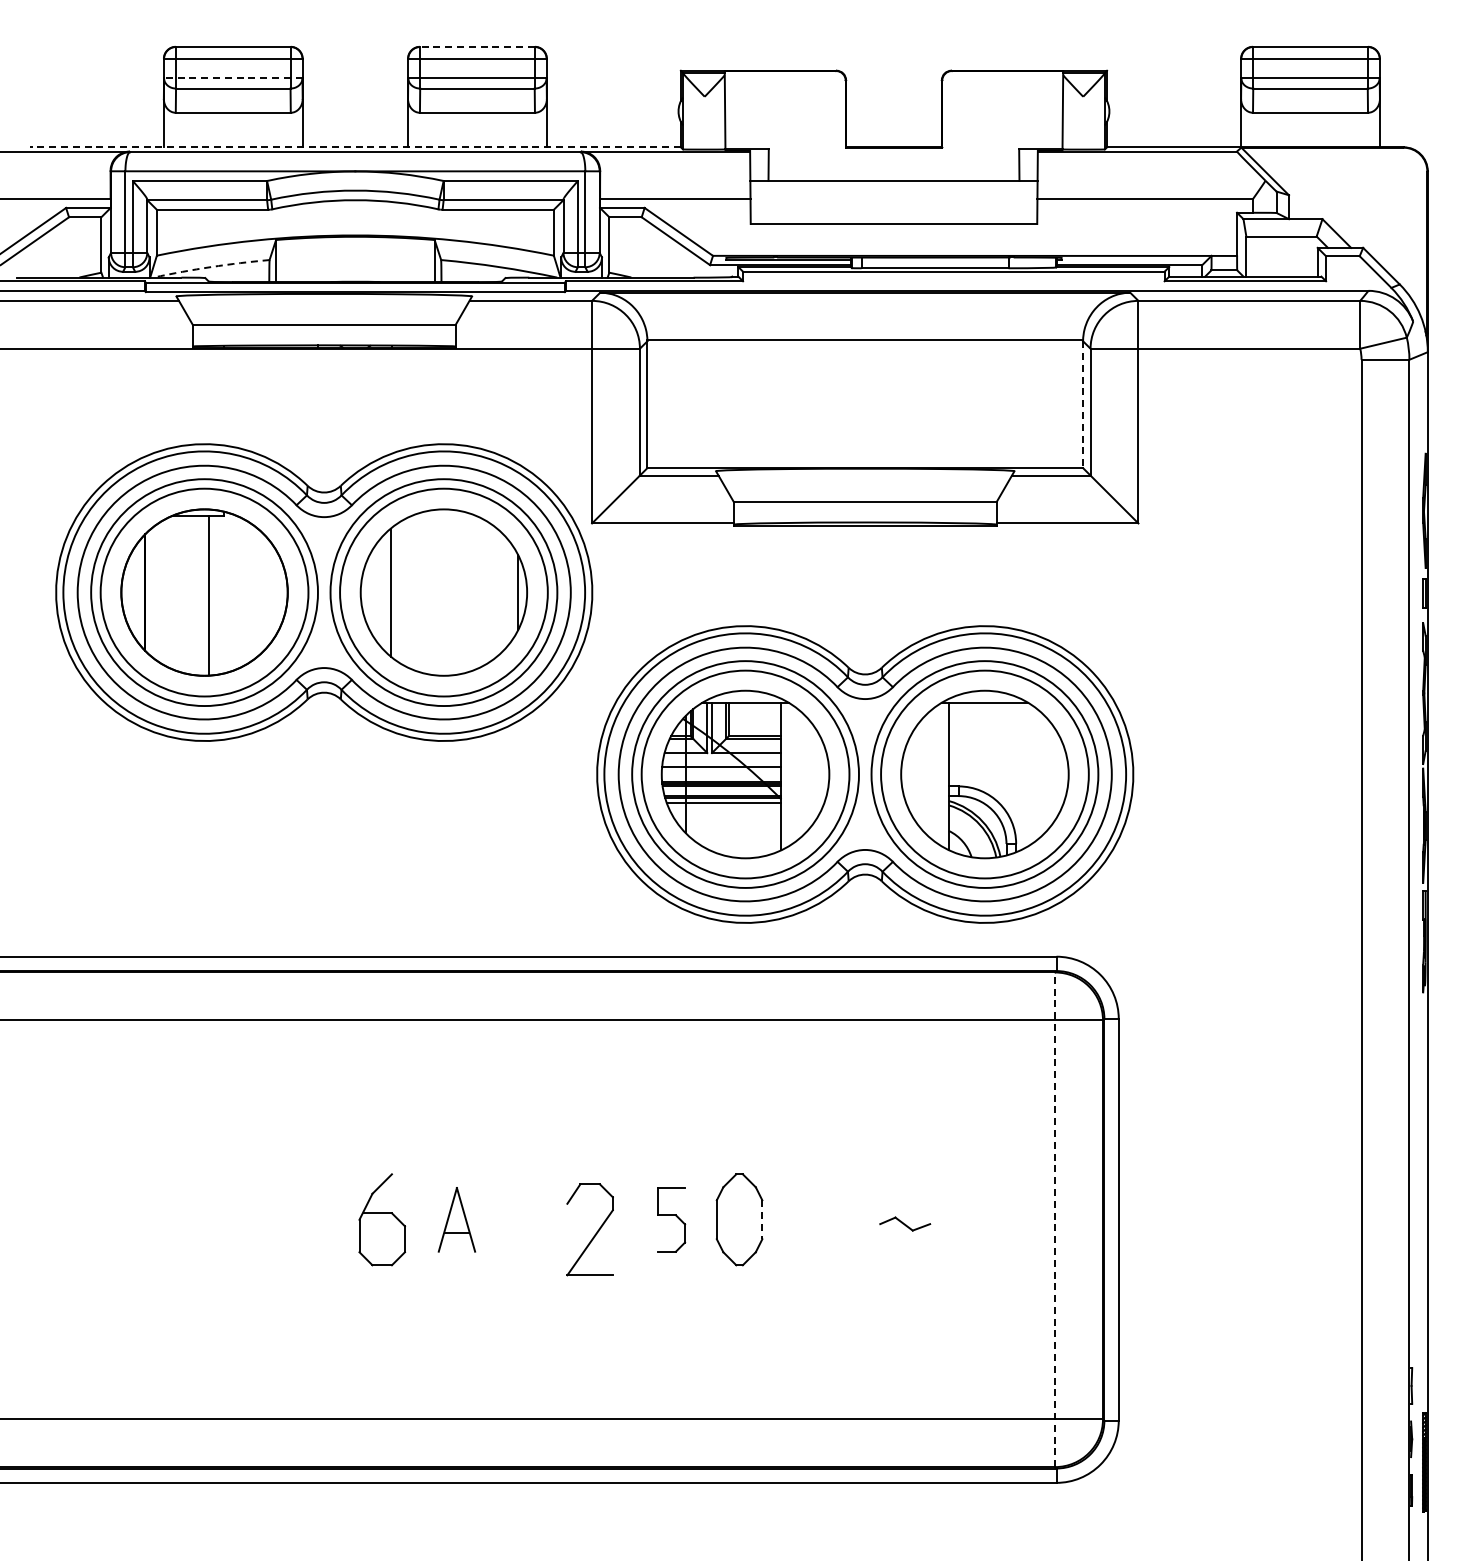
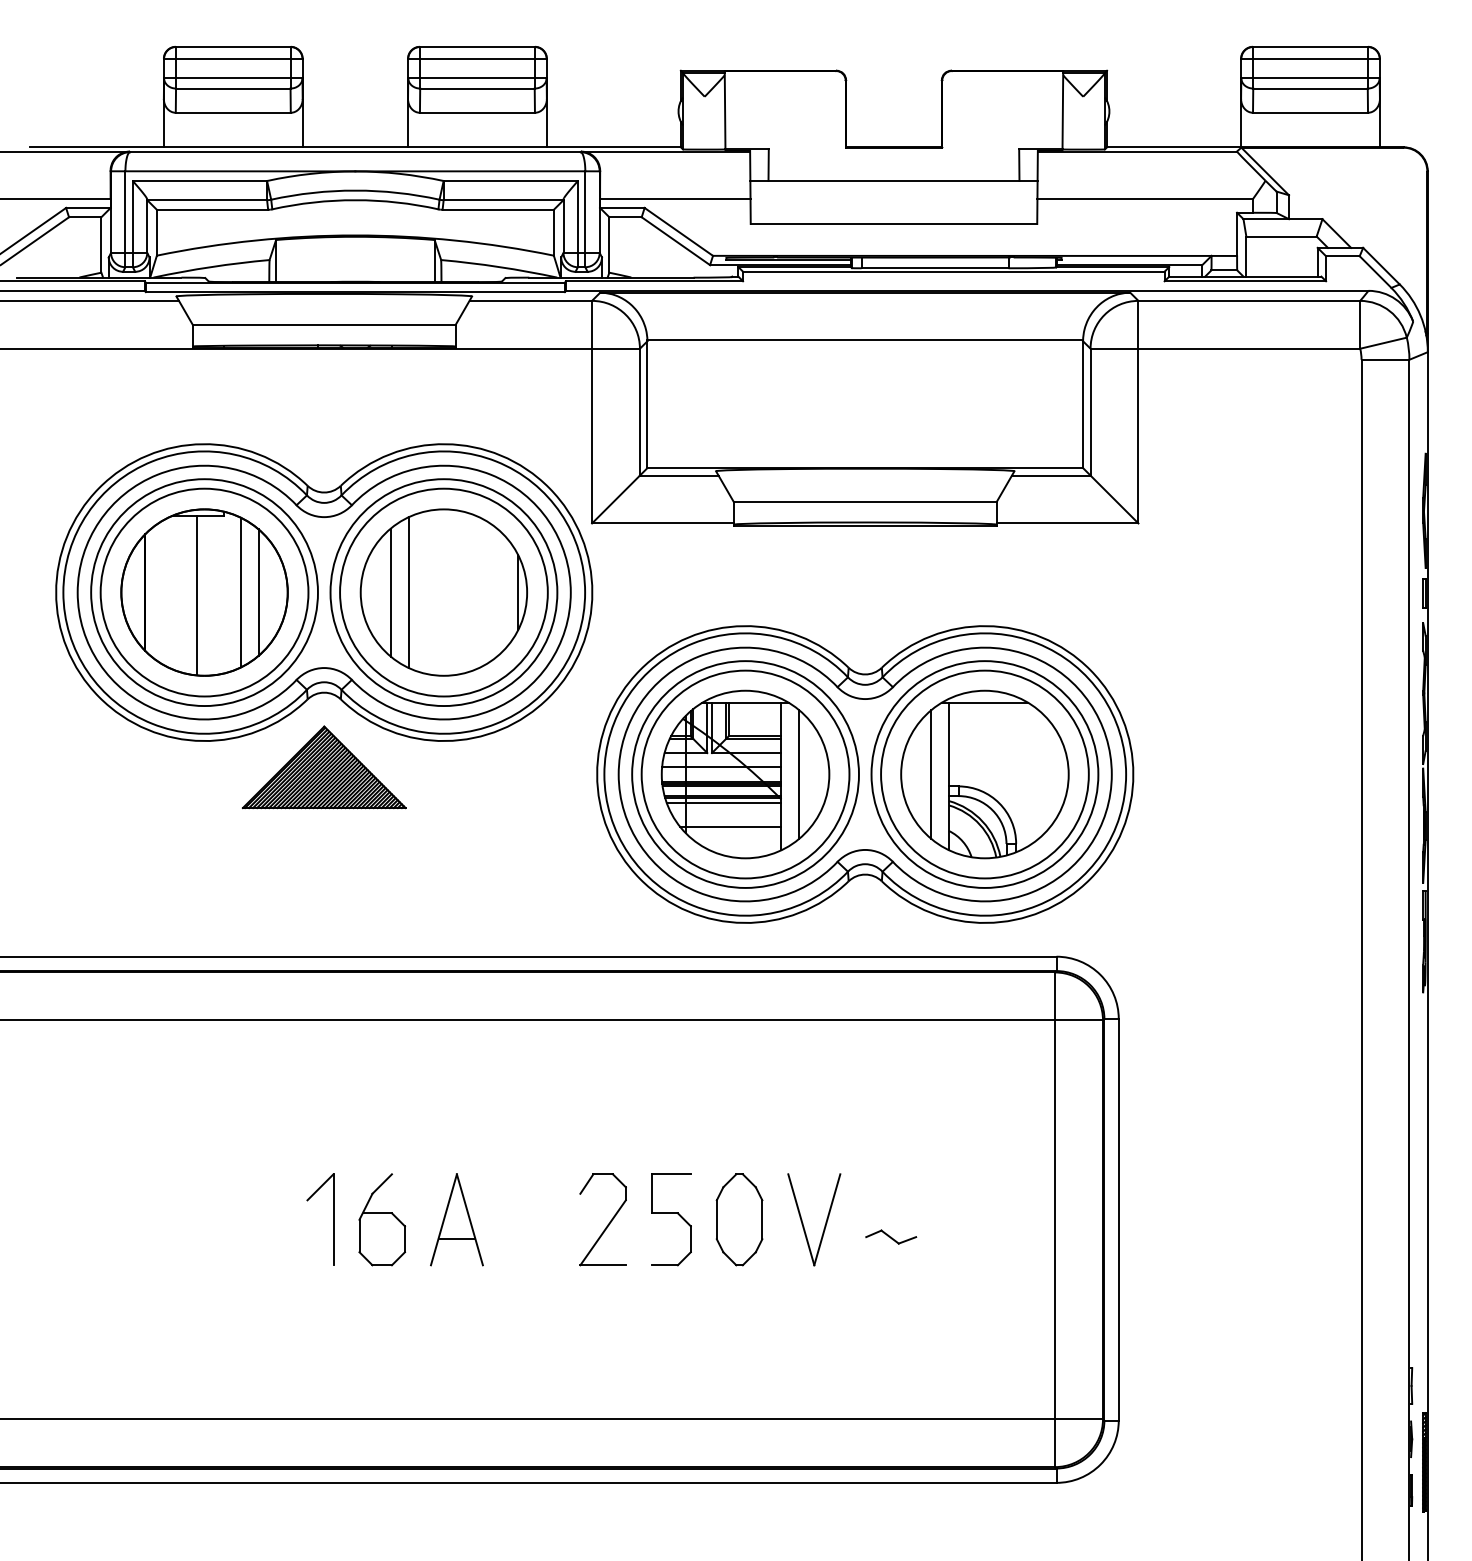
line at (476, 47): dashed -> solid
line at (232, 78): dashed -> solid
line at (355, 147): dashed -> solid
arc at (211, 267): dashed -> solid
line at (1083, 405): dashed -> solid
line at (240, 592): none -> present
line at (258, 592): none -> present
line at (408, 592): none -> present
line at (209, 595) position: (209, 595) -> (197, 595)
part at (323, 767): none -> present
line at (799, 774): none -> present
line at (931, 774): none -> present
line at (730, 826): none -> present
part at (333, 1219): none -> present
part at (456, 1219) size: 39x66 px -> 54x94 px
part at (671, 1219) size: 30x66 px -> 41x94 px
line at (1055, 1219): dashed -> solid
line at (762, 1220): dashed -> solid
part at (825, 1221): none -> present
part at (905, 1223) position: (905, 1223) -> (891, 1236)
part at (594, 1234) position: (594, 1234) -> (607, 1224)
